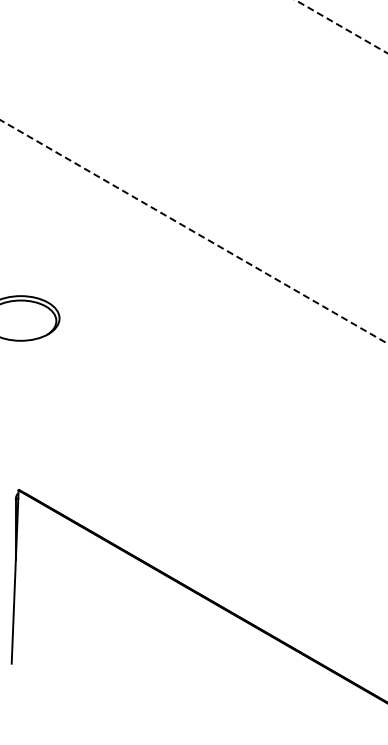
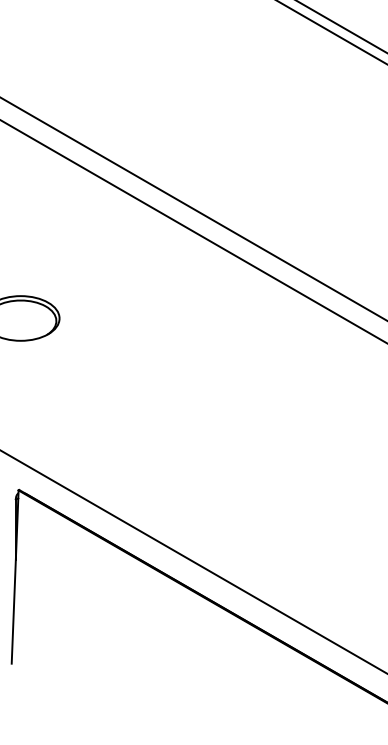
line at (341, 26): dashed -> solid
line at (331, 32): none -> present
line at (193, 208): none -> present
line at (194, 231): dashed -> solid
line at (193, 561): none -> present
